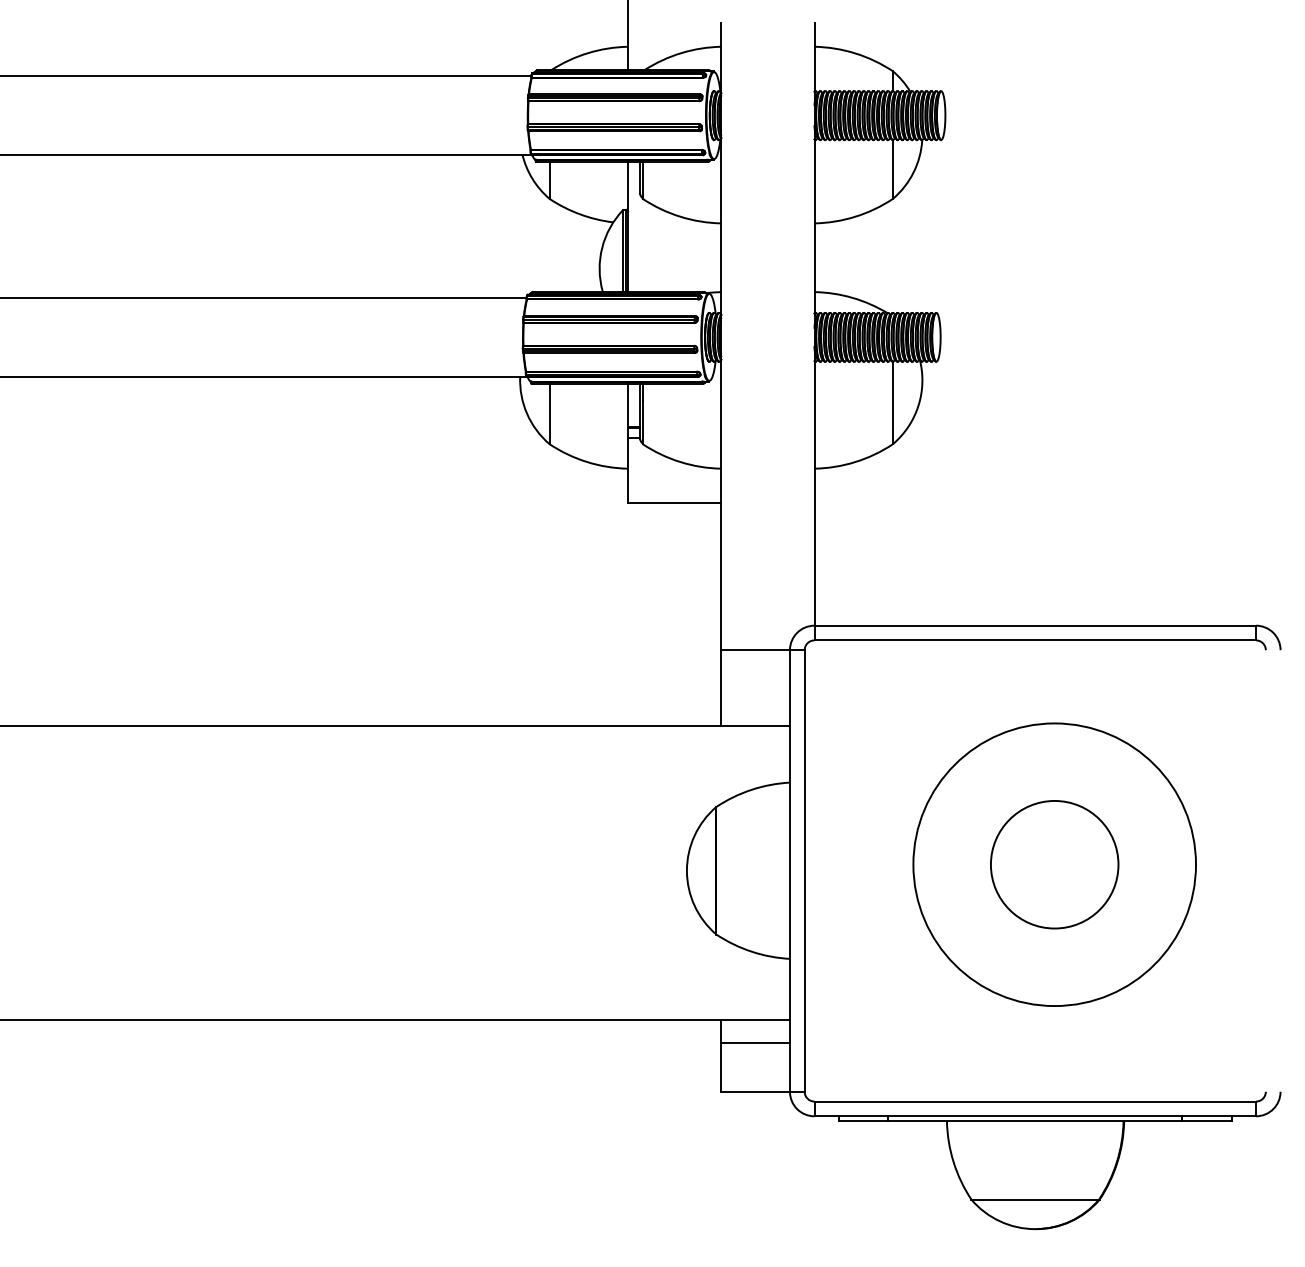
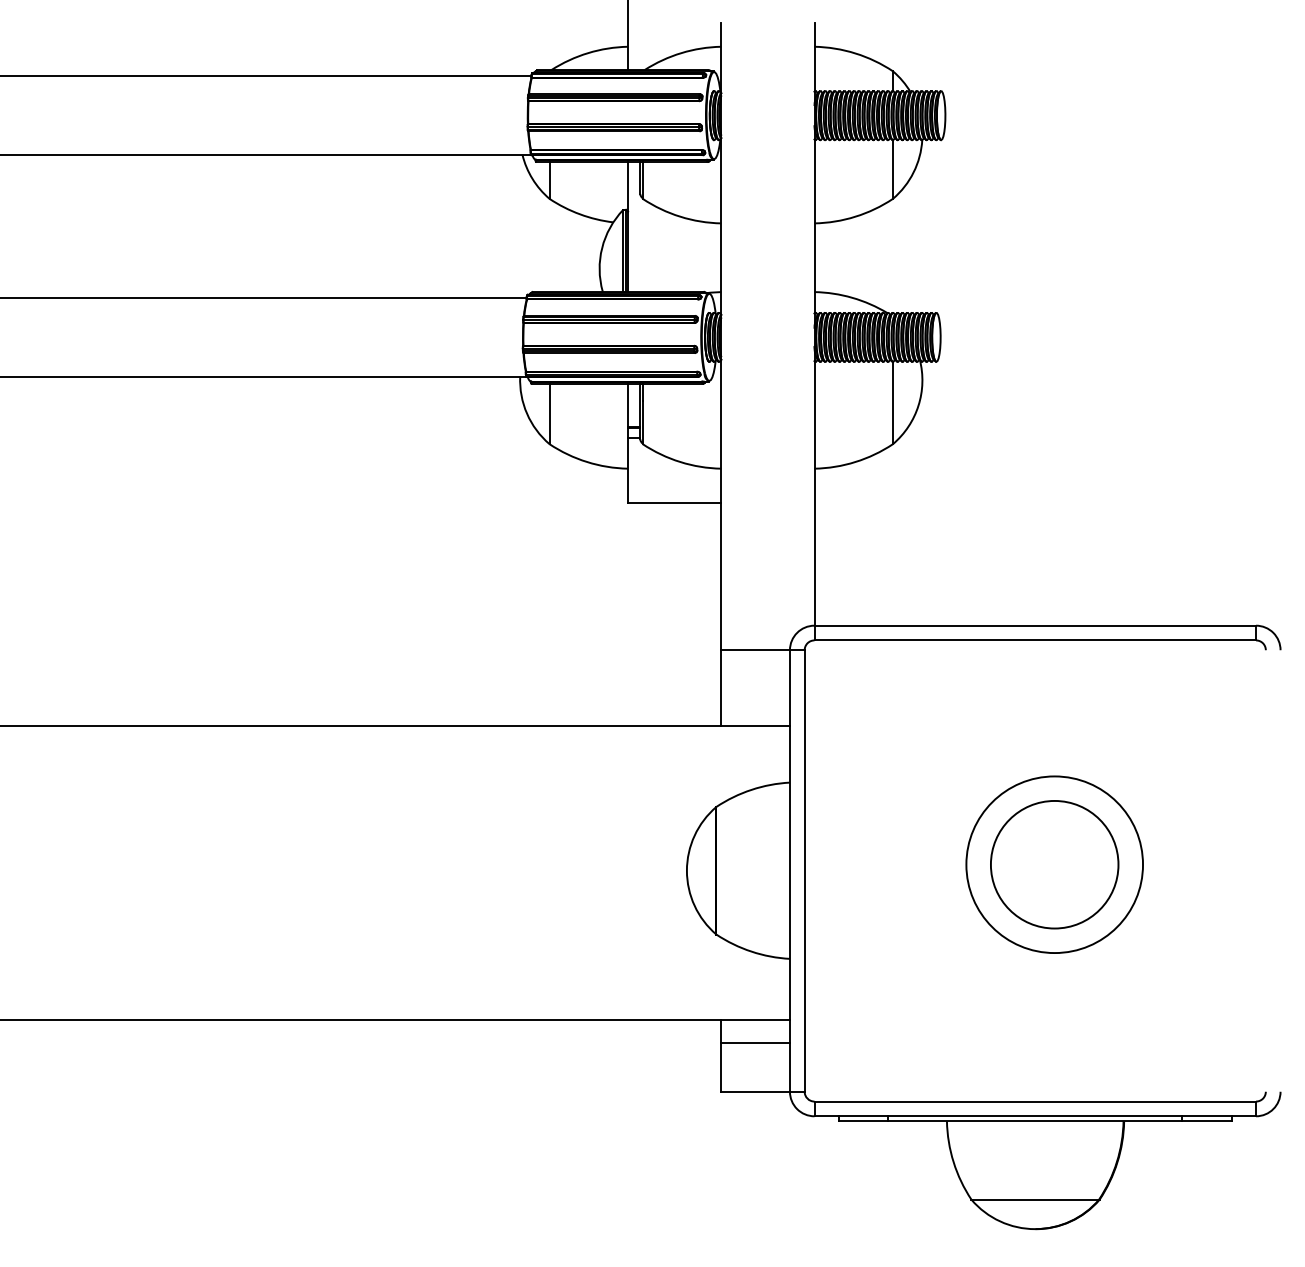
circle at (1054, 864) diameter: 283 px -> 177 px
